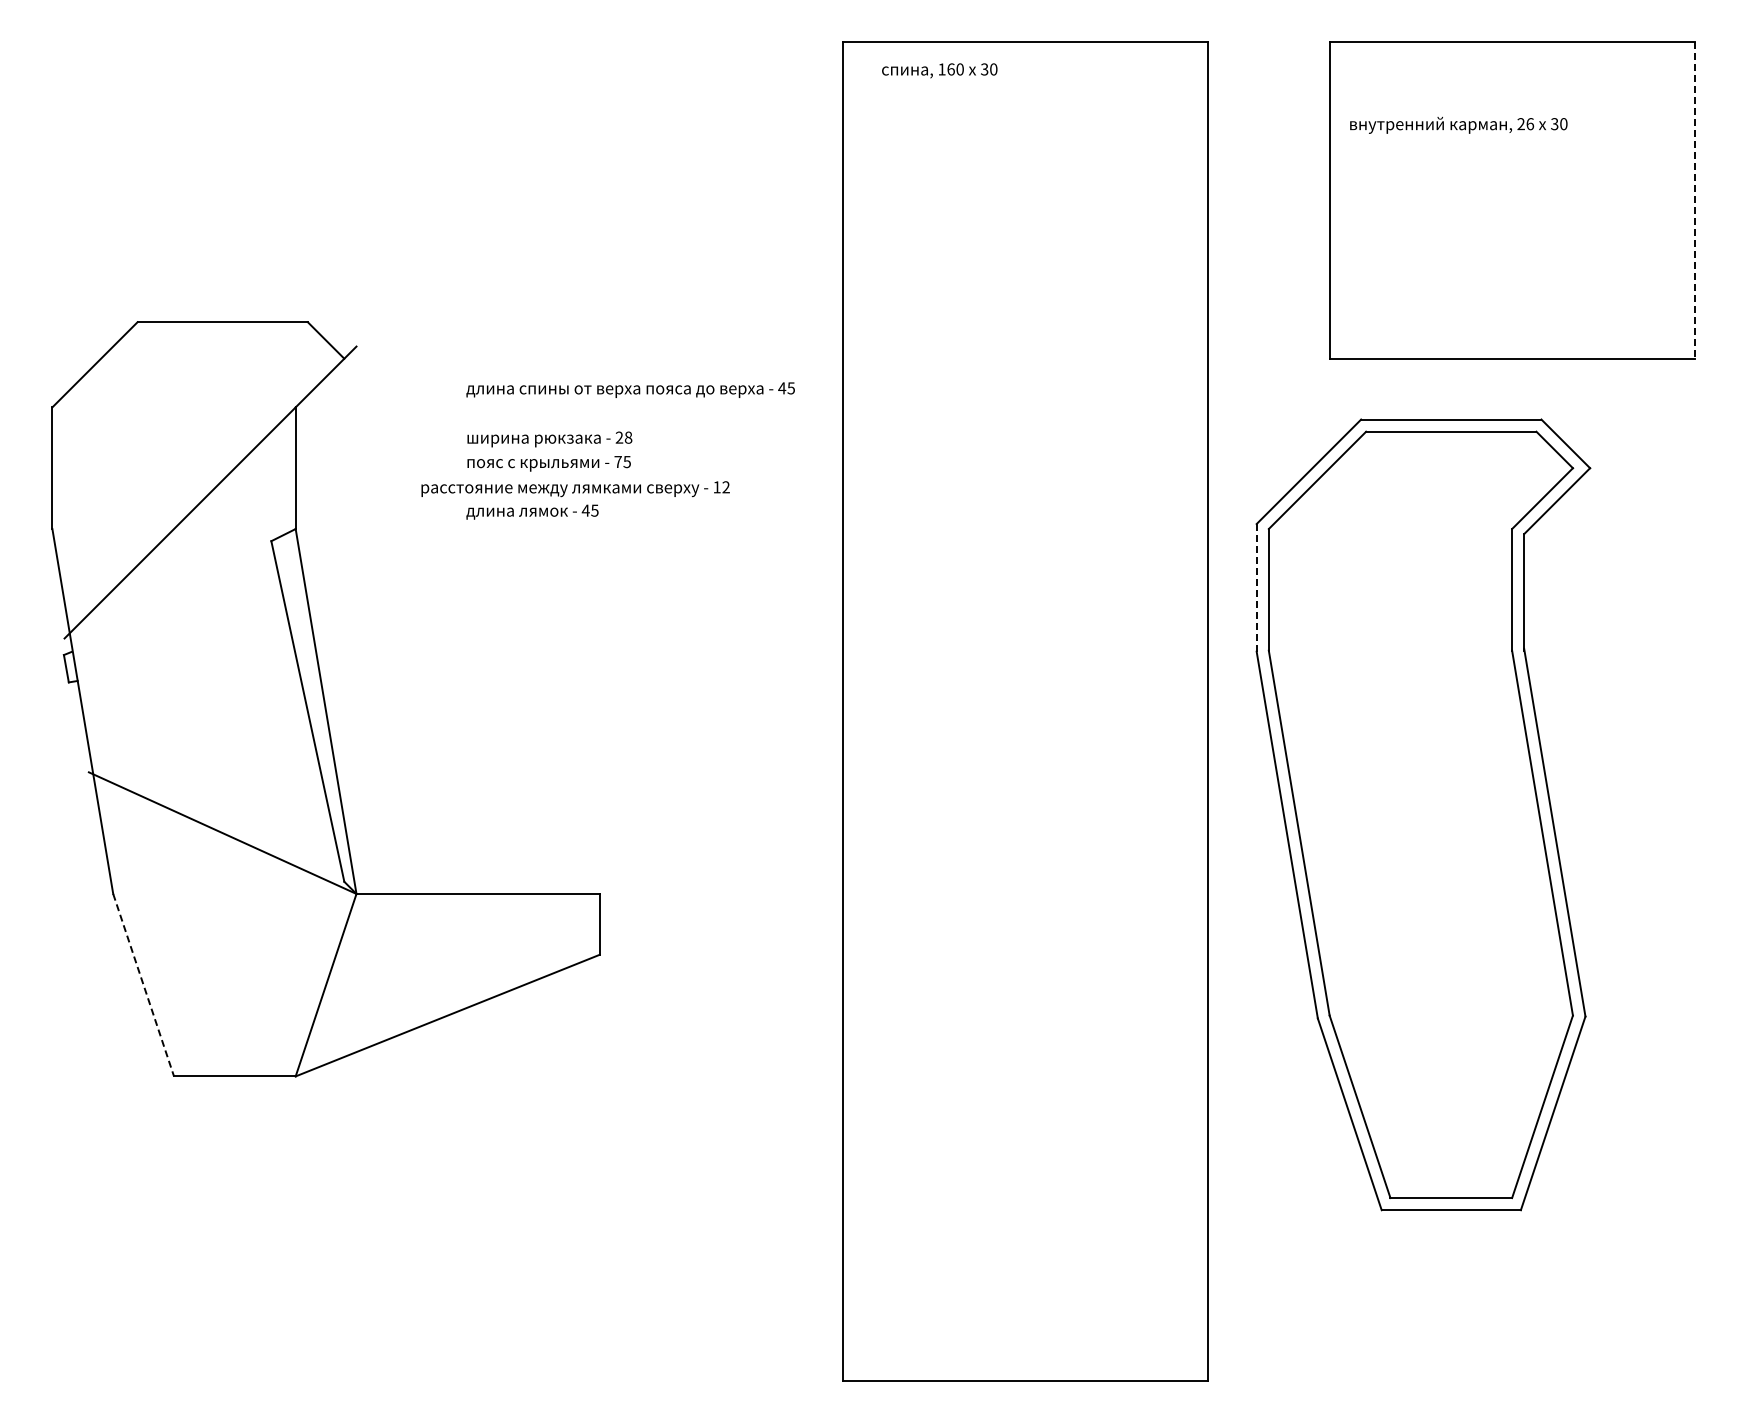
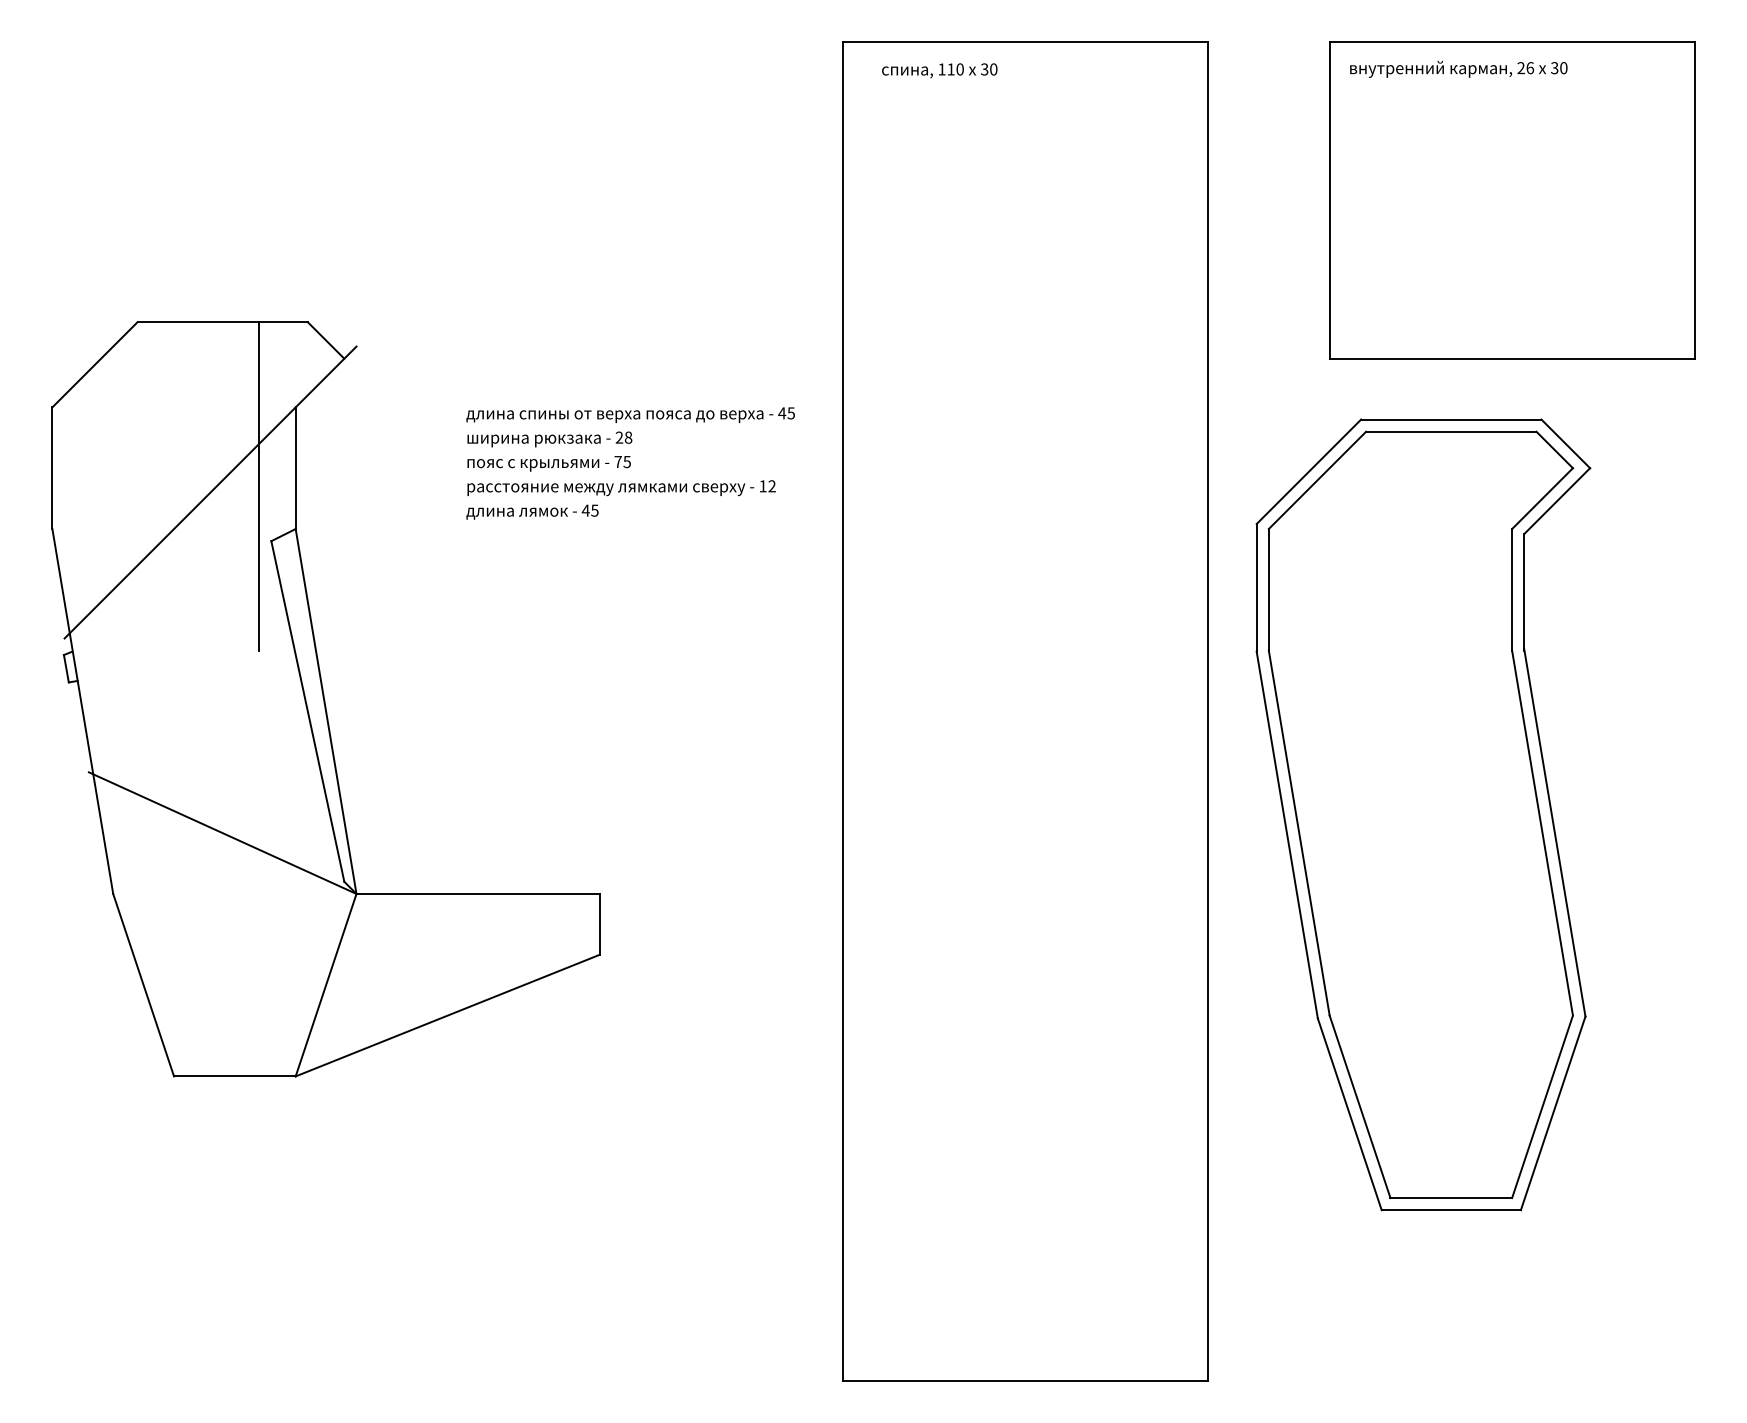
text at (950, 69): 160 -> 110
text at (1458, 124) position: (1458, 124) -> (1458, 68)
line at (1694, 201): dashed -> solid
text at (630, 389) position: (630, 389) -> (630, 414)
line at (259, 486): none -> present
text at (575, 489) position: (575, 489) -> (621, 488)
line at (1256, 587): dashed -> solid
line at (143, 985): dashed -> solid
